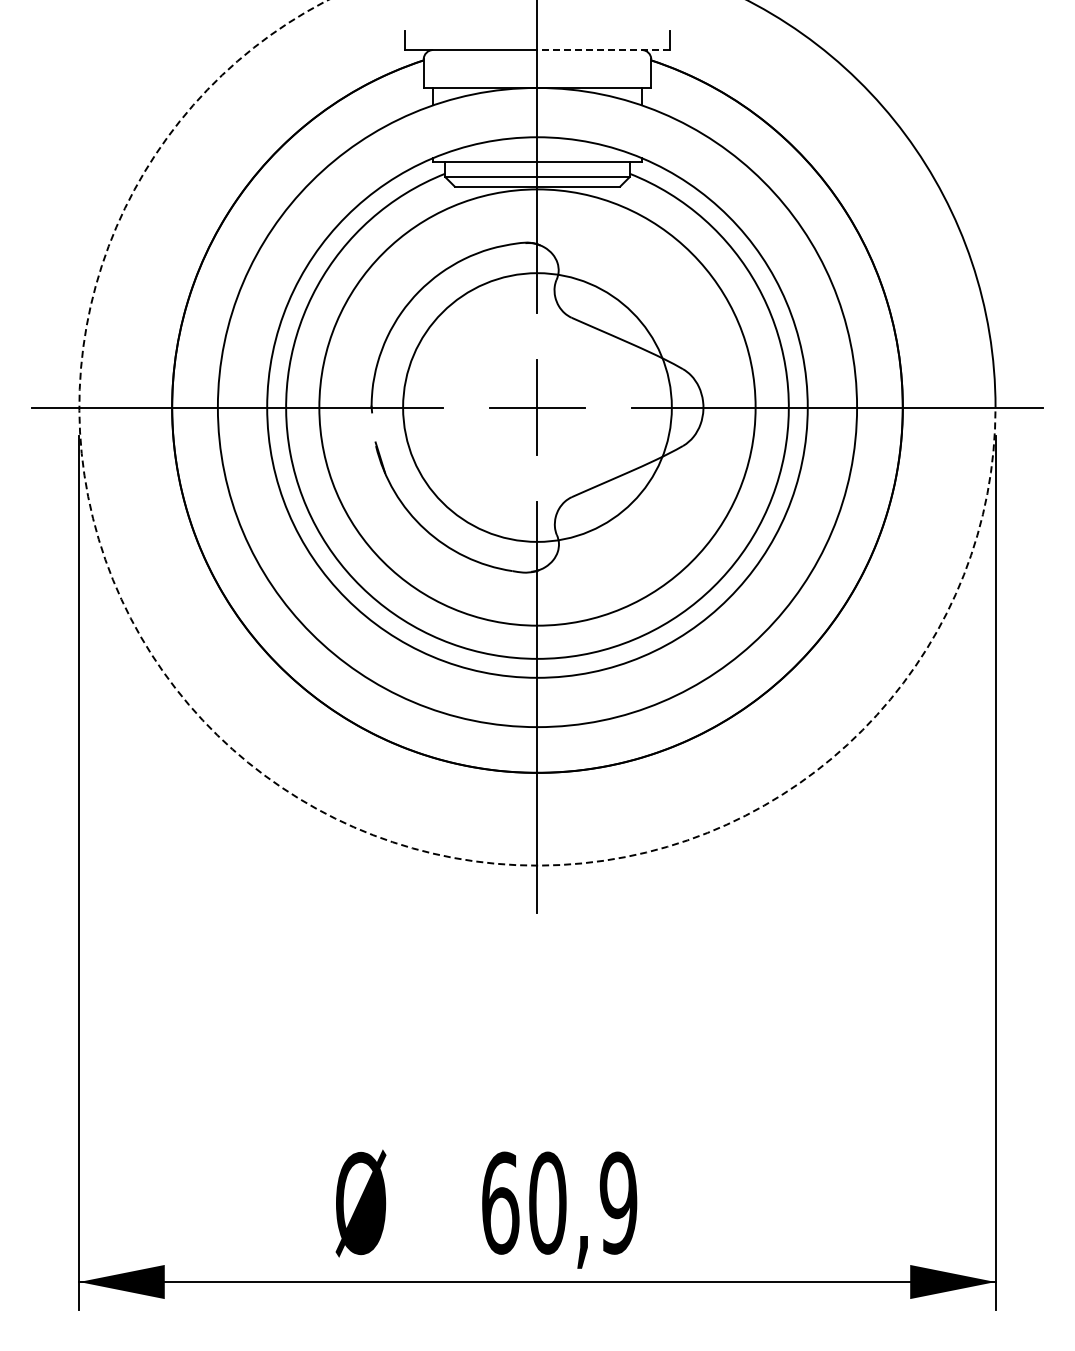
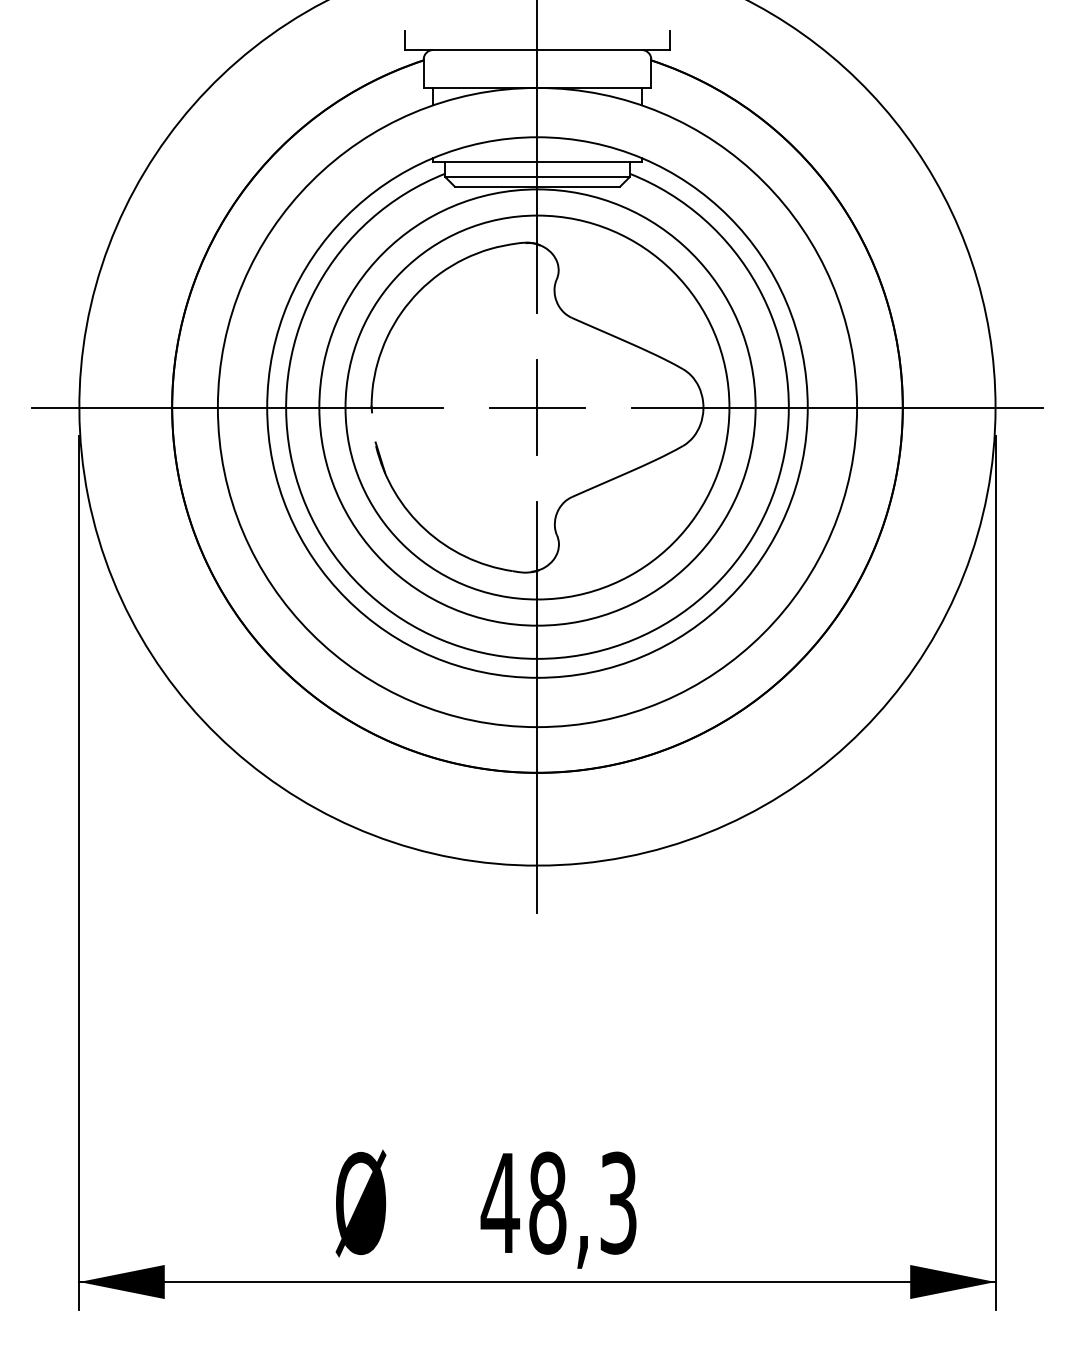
line at (603, 50): dashed -> solid
circle at (537, 407) diameter: 269 px -> 384 px
arc at (298, 798): dashed -> solid
text at (558, 1202): 60,9 -> 48,3
